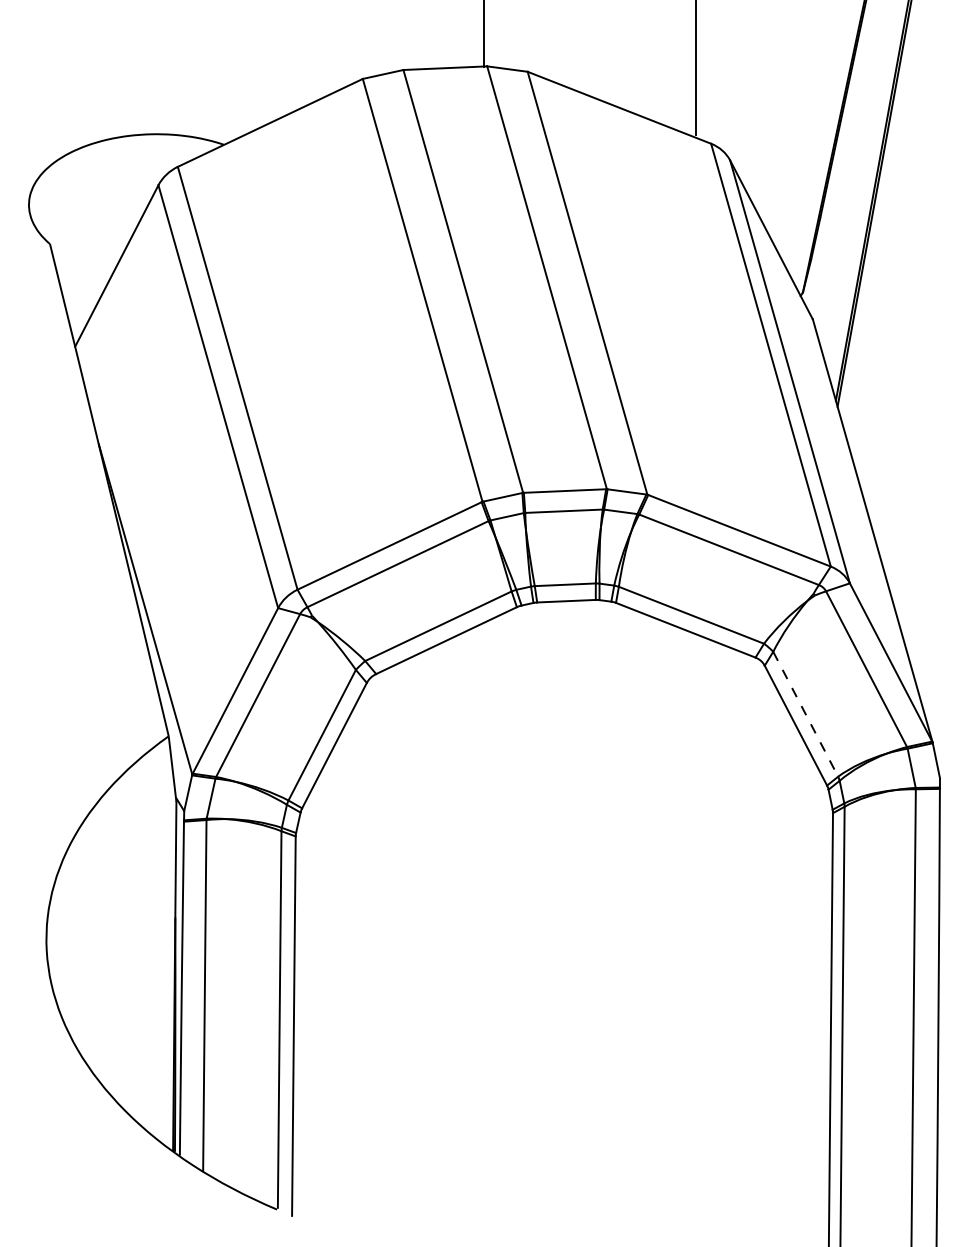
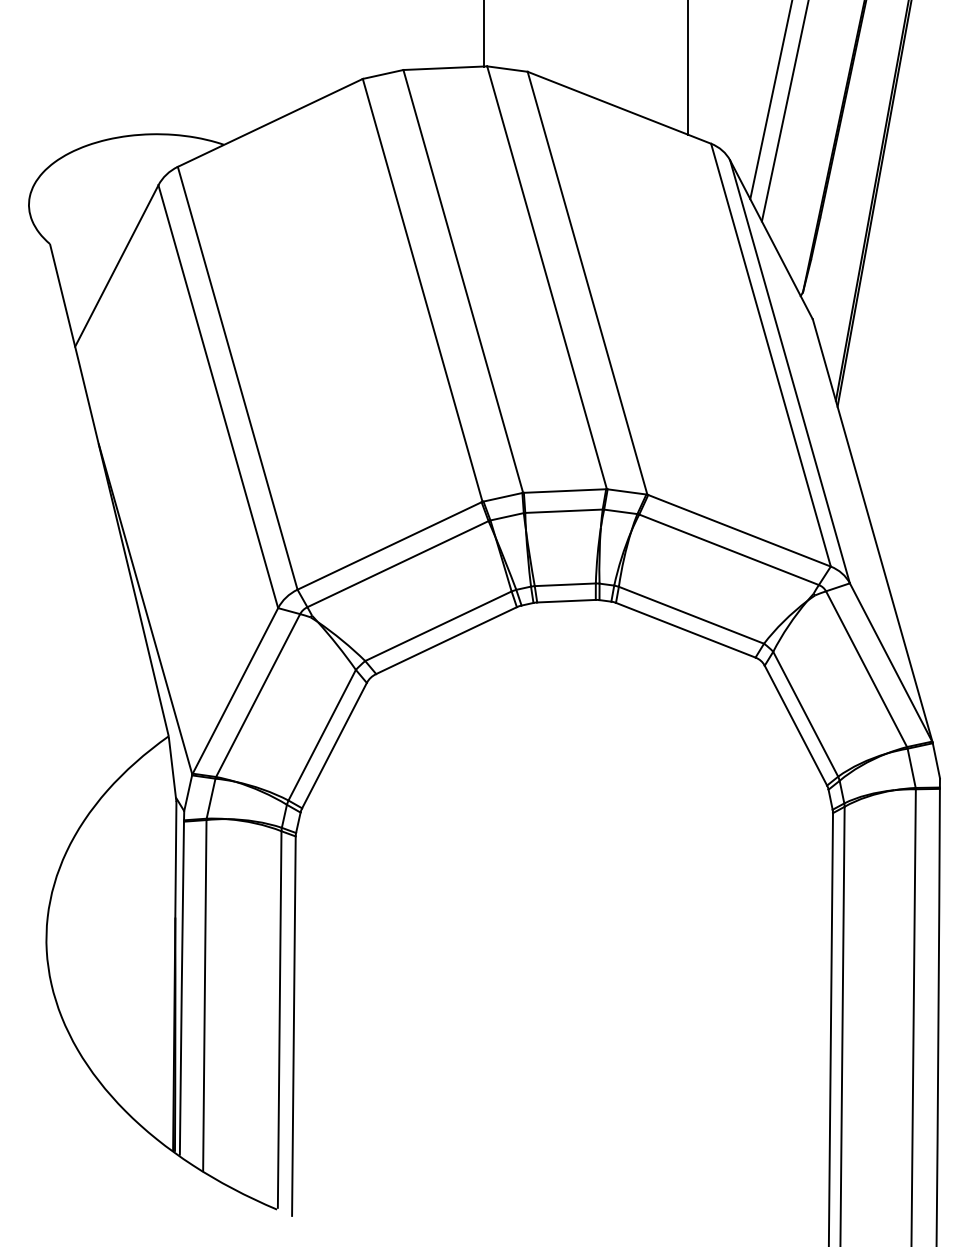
line at (695, 68) position: (695, 68) -> (687, 68)
line at (770, 100): none -> present
line at (784, 111): none -> present
line at (805, 714): dashed -> solid
